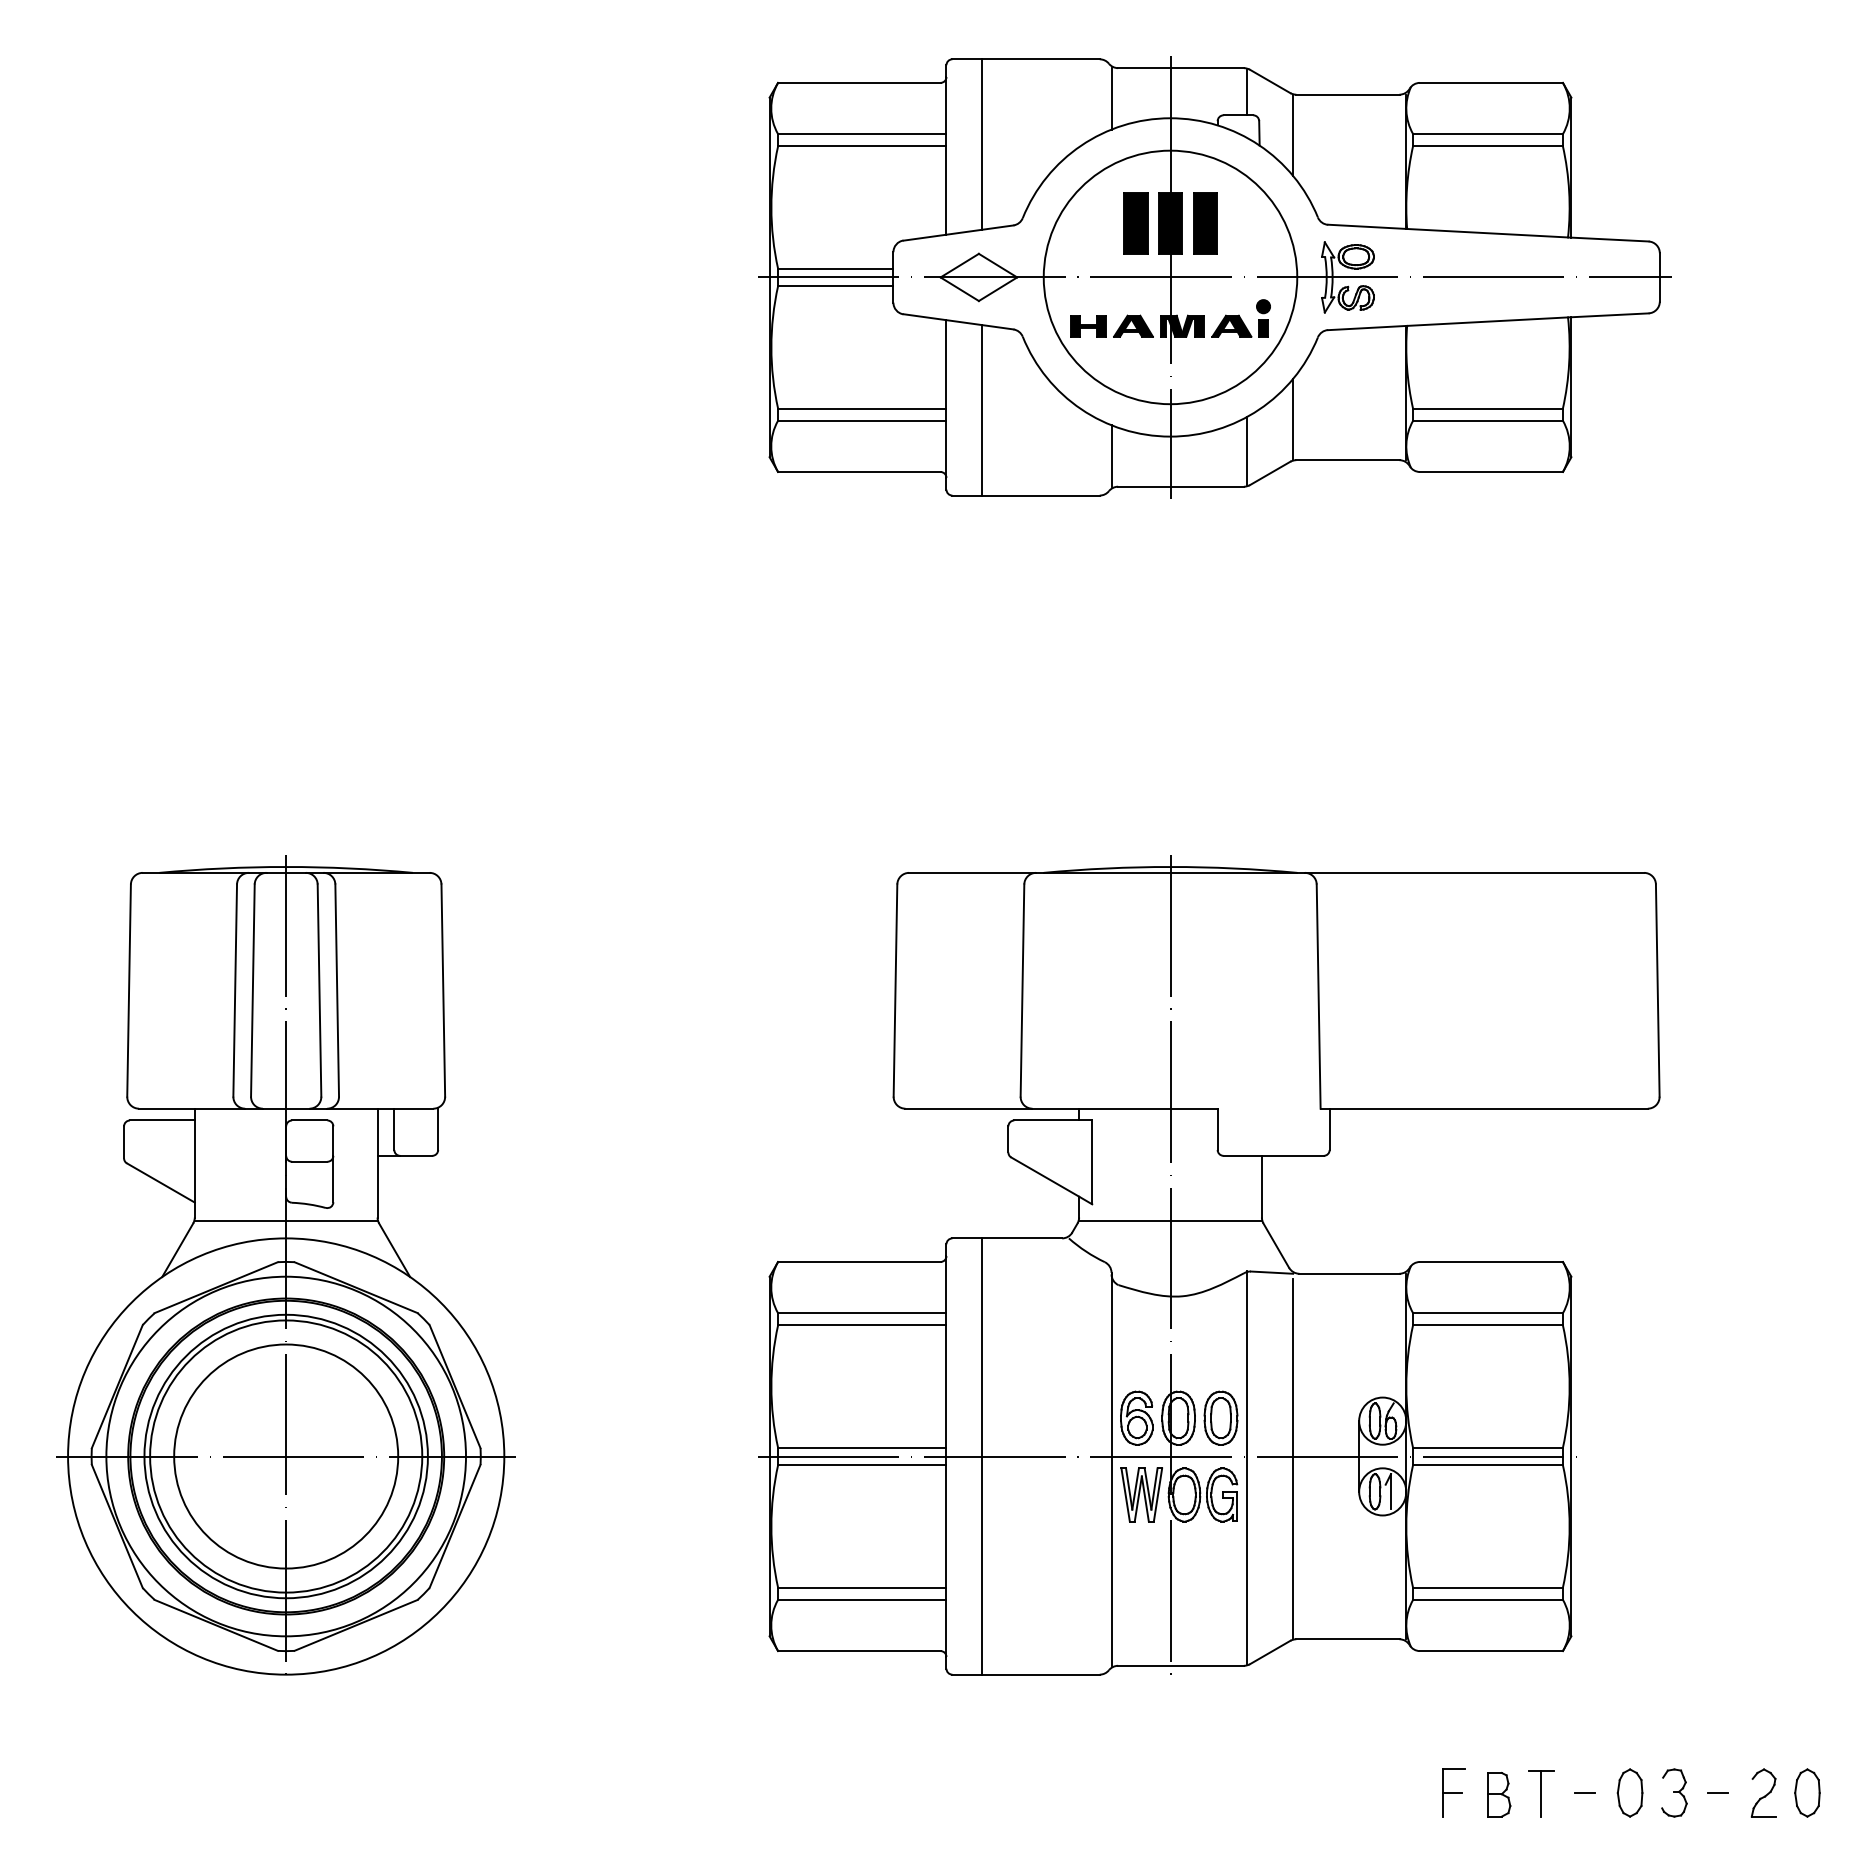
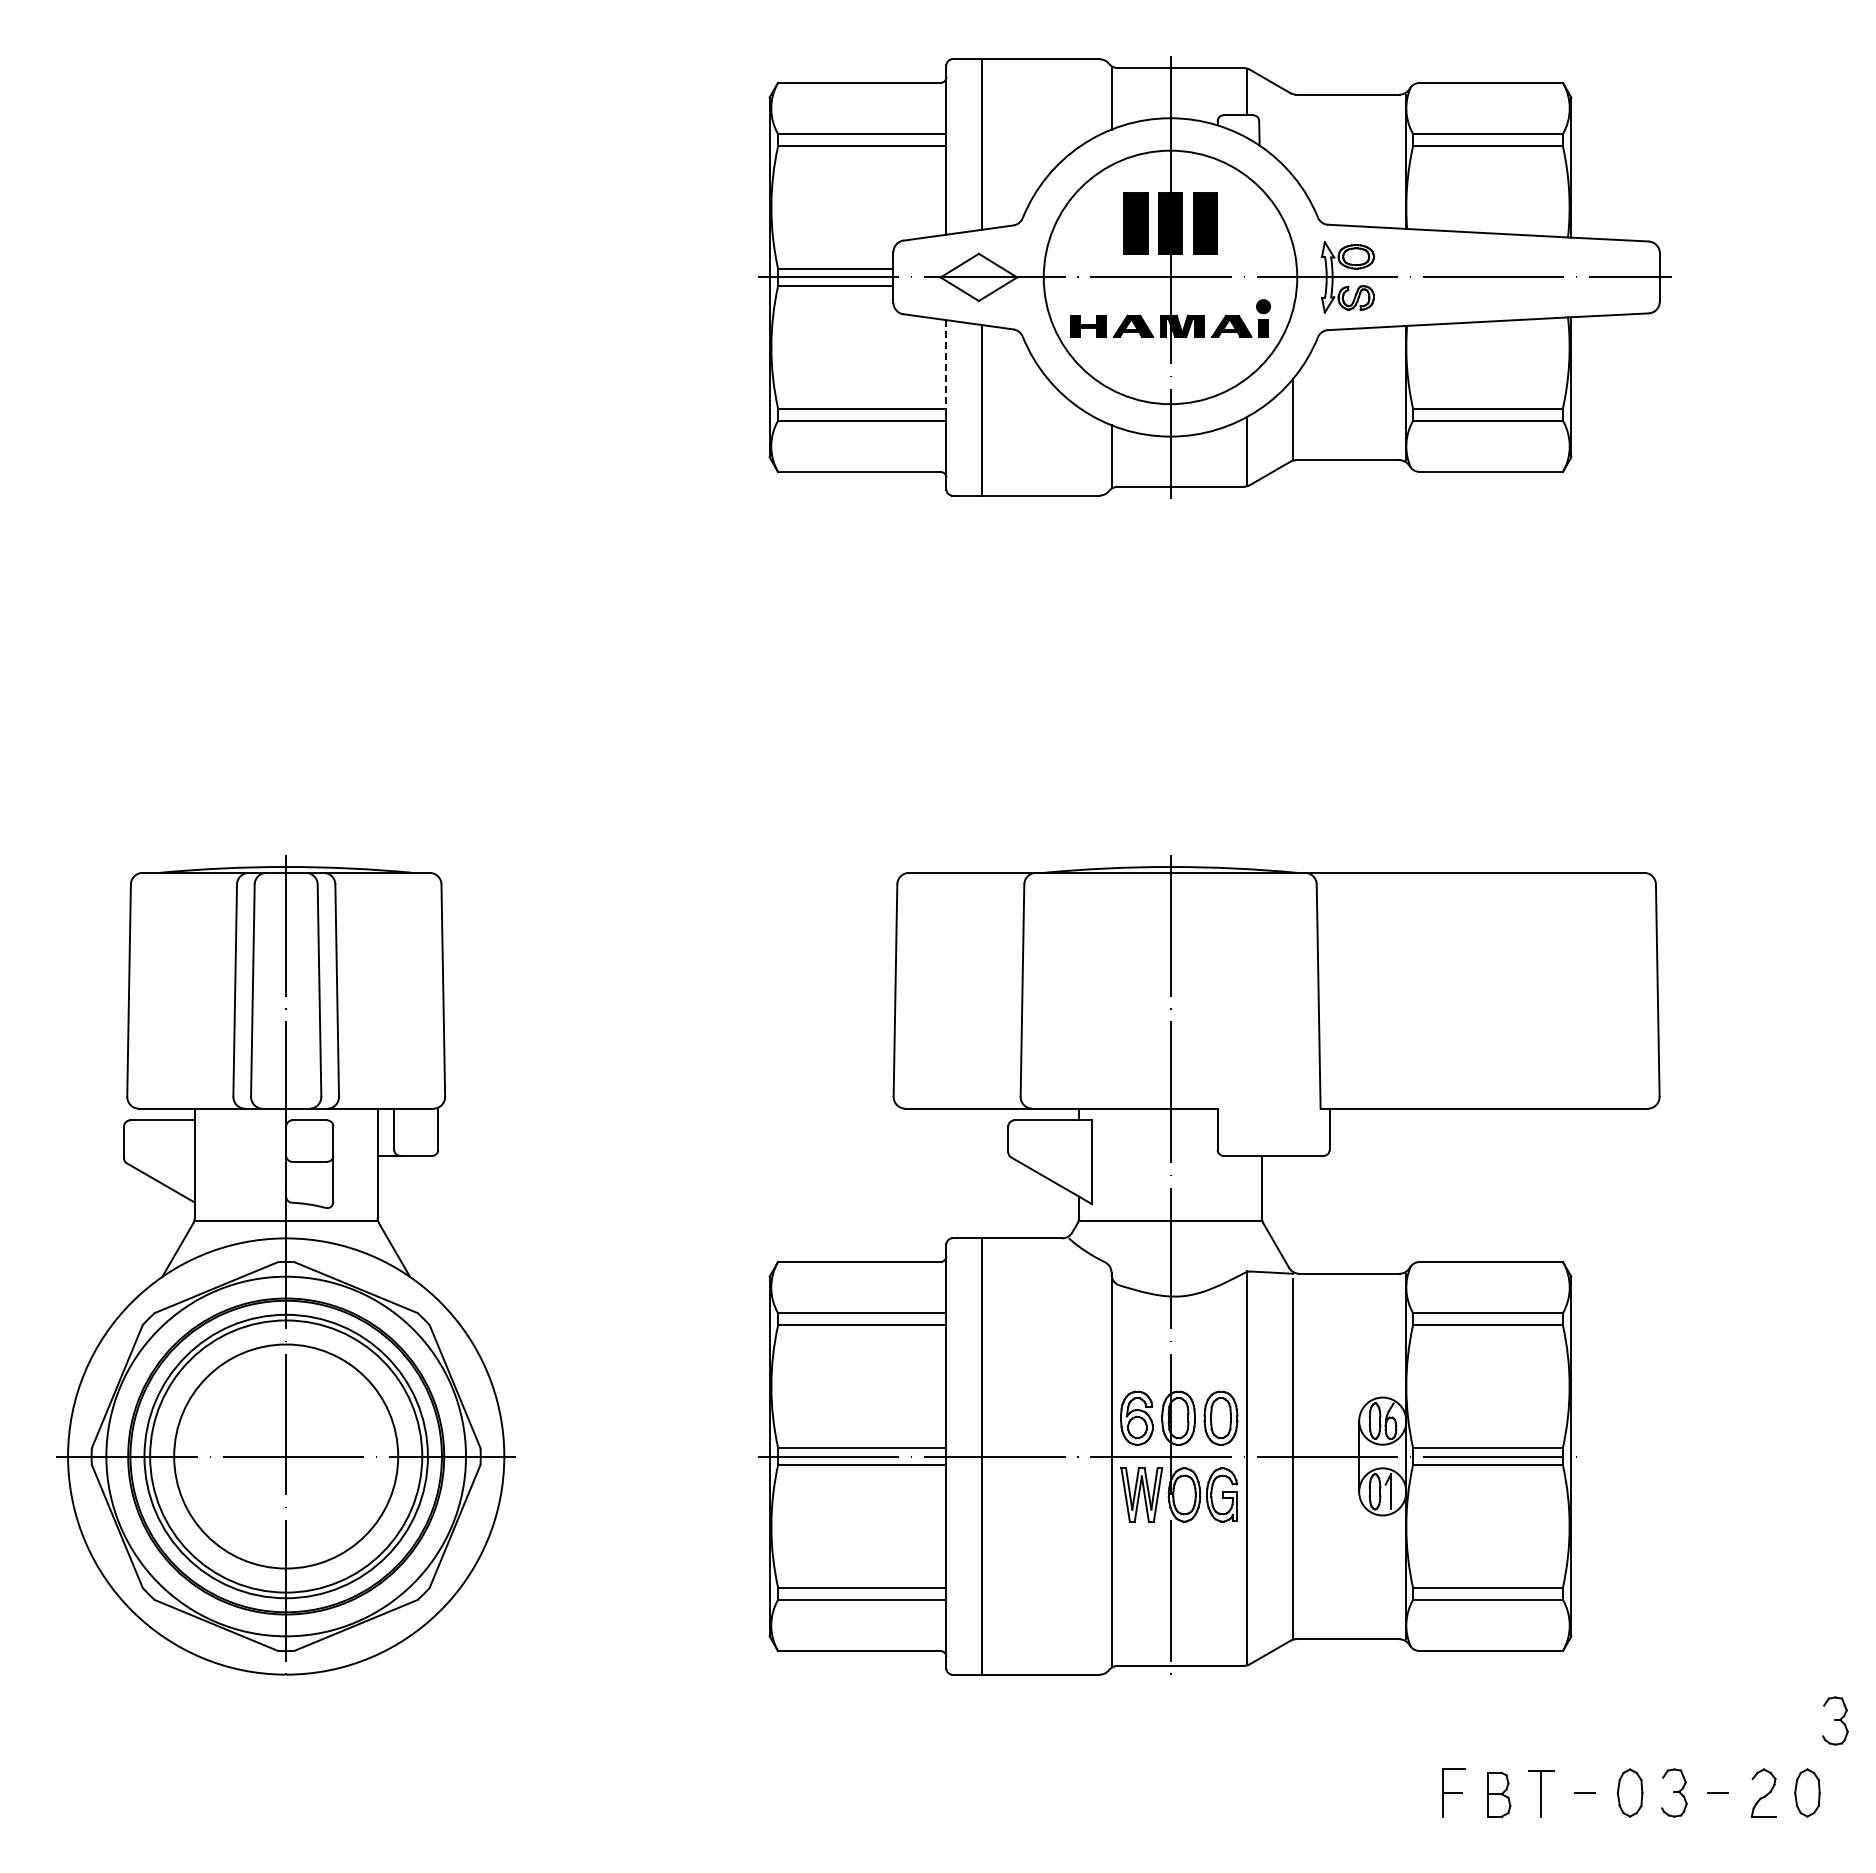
line at (1293, 134): present -> none
line at (946, 364): solid -> dashed
part at (1835, 1720): none -> present
